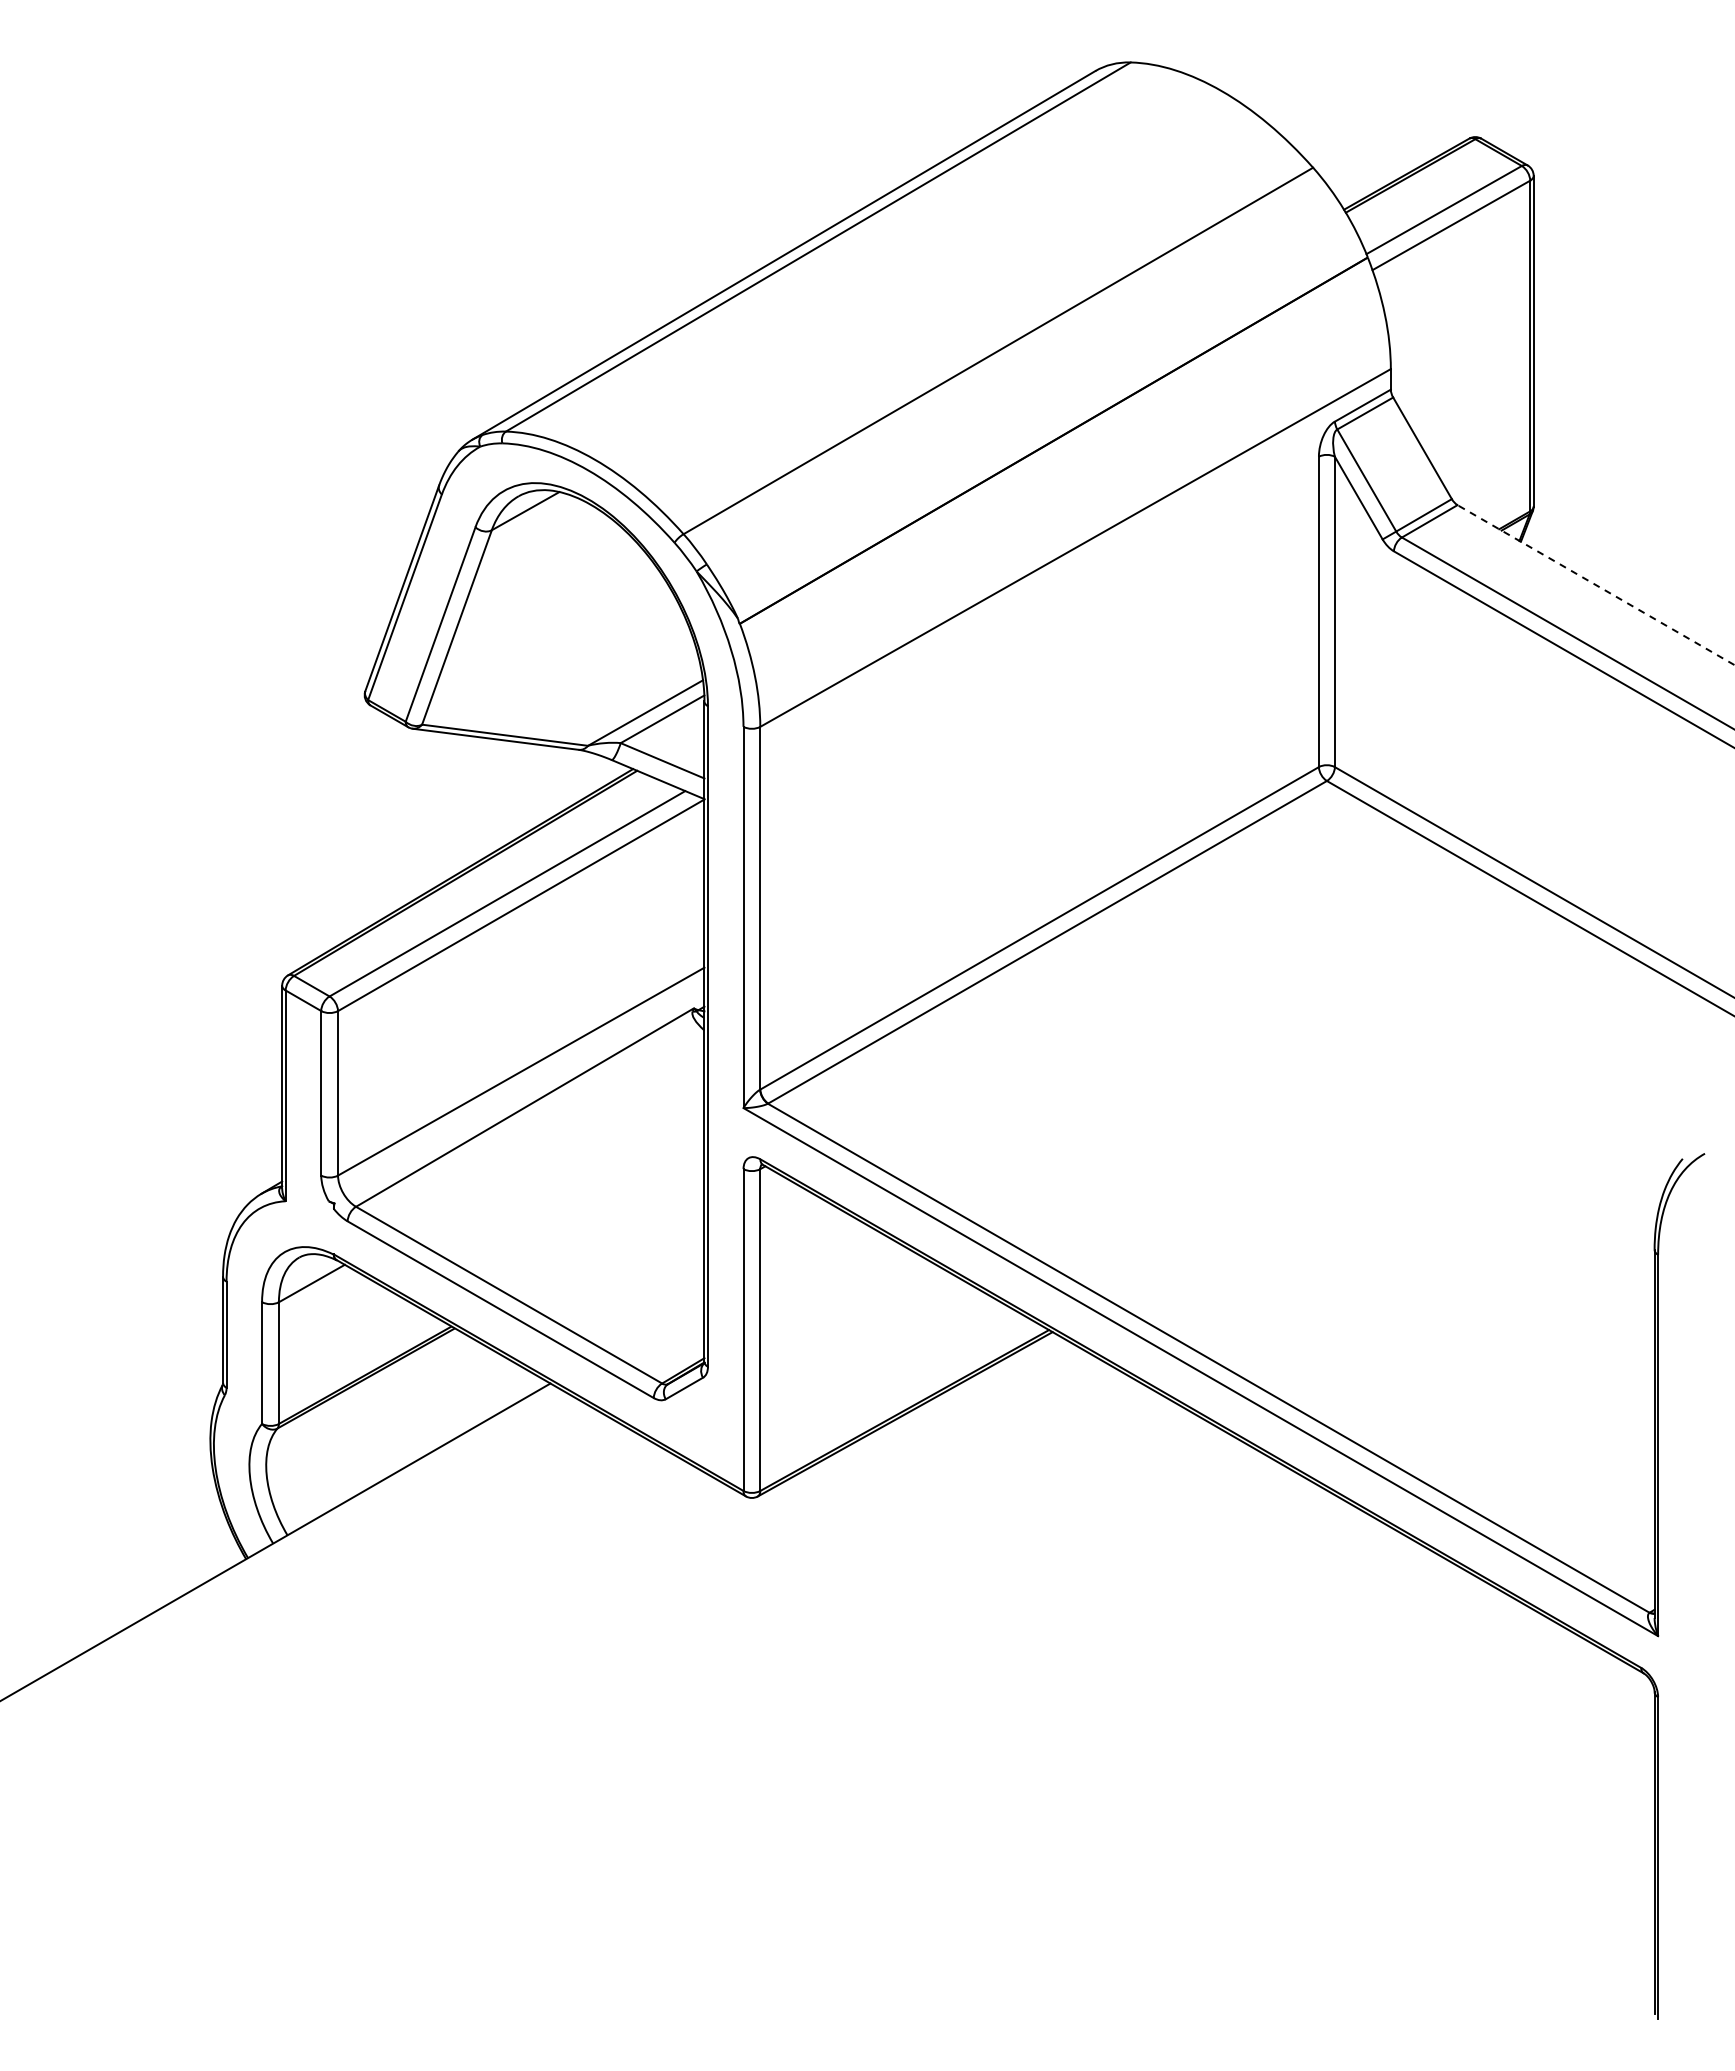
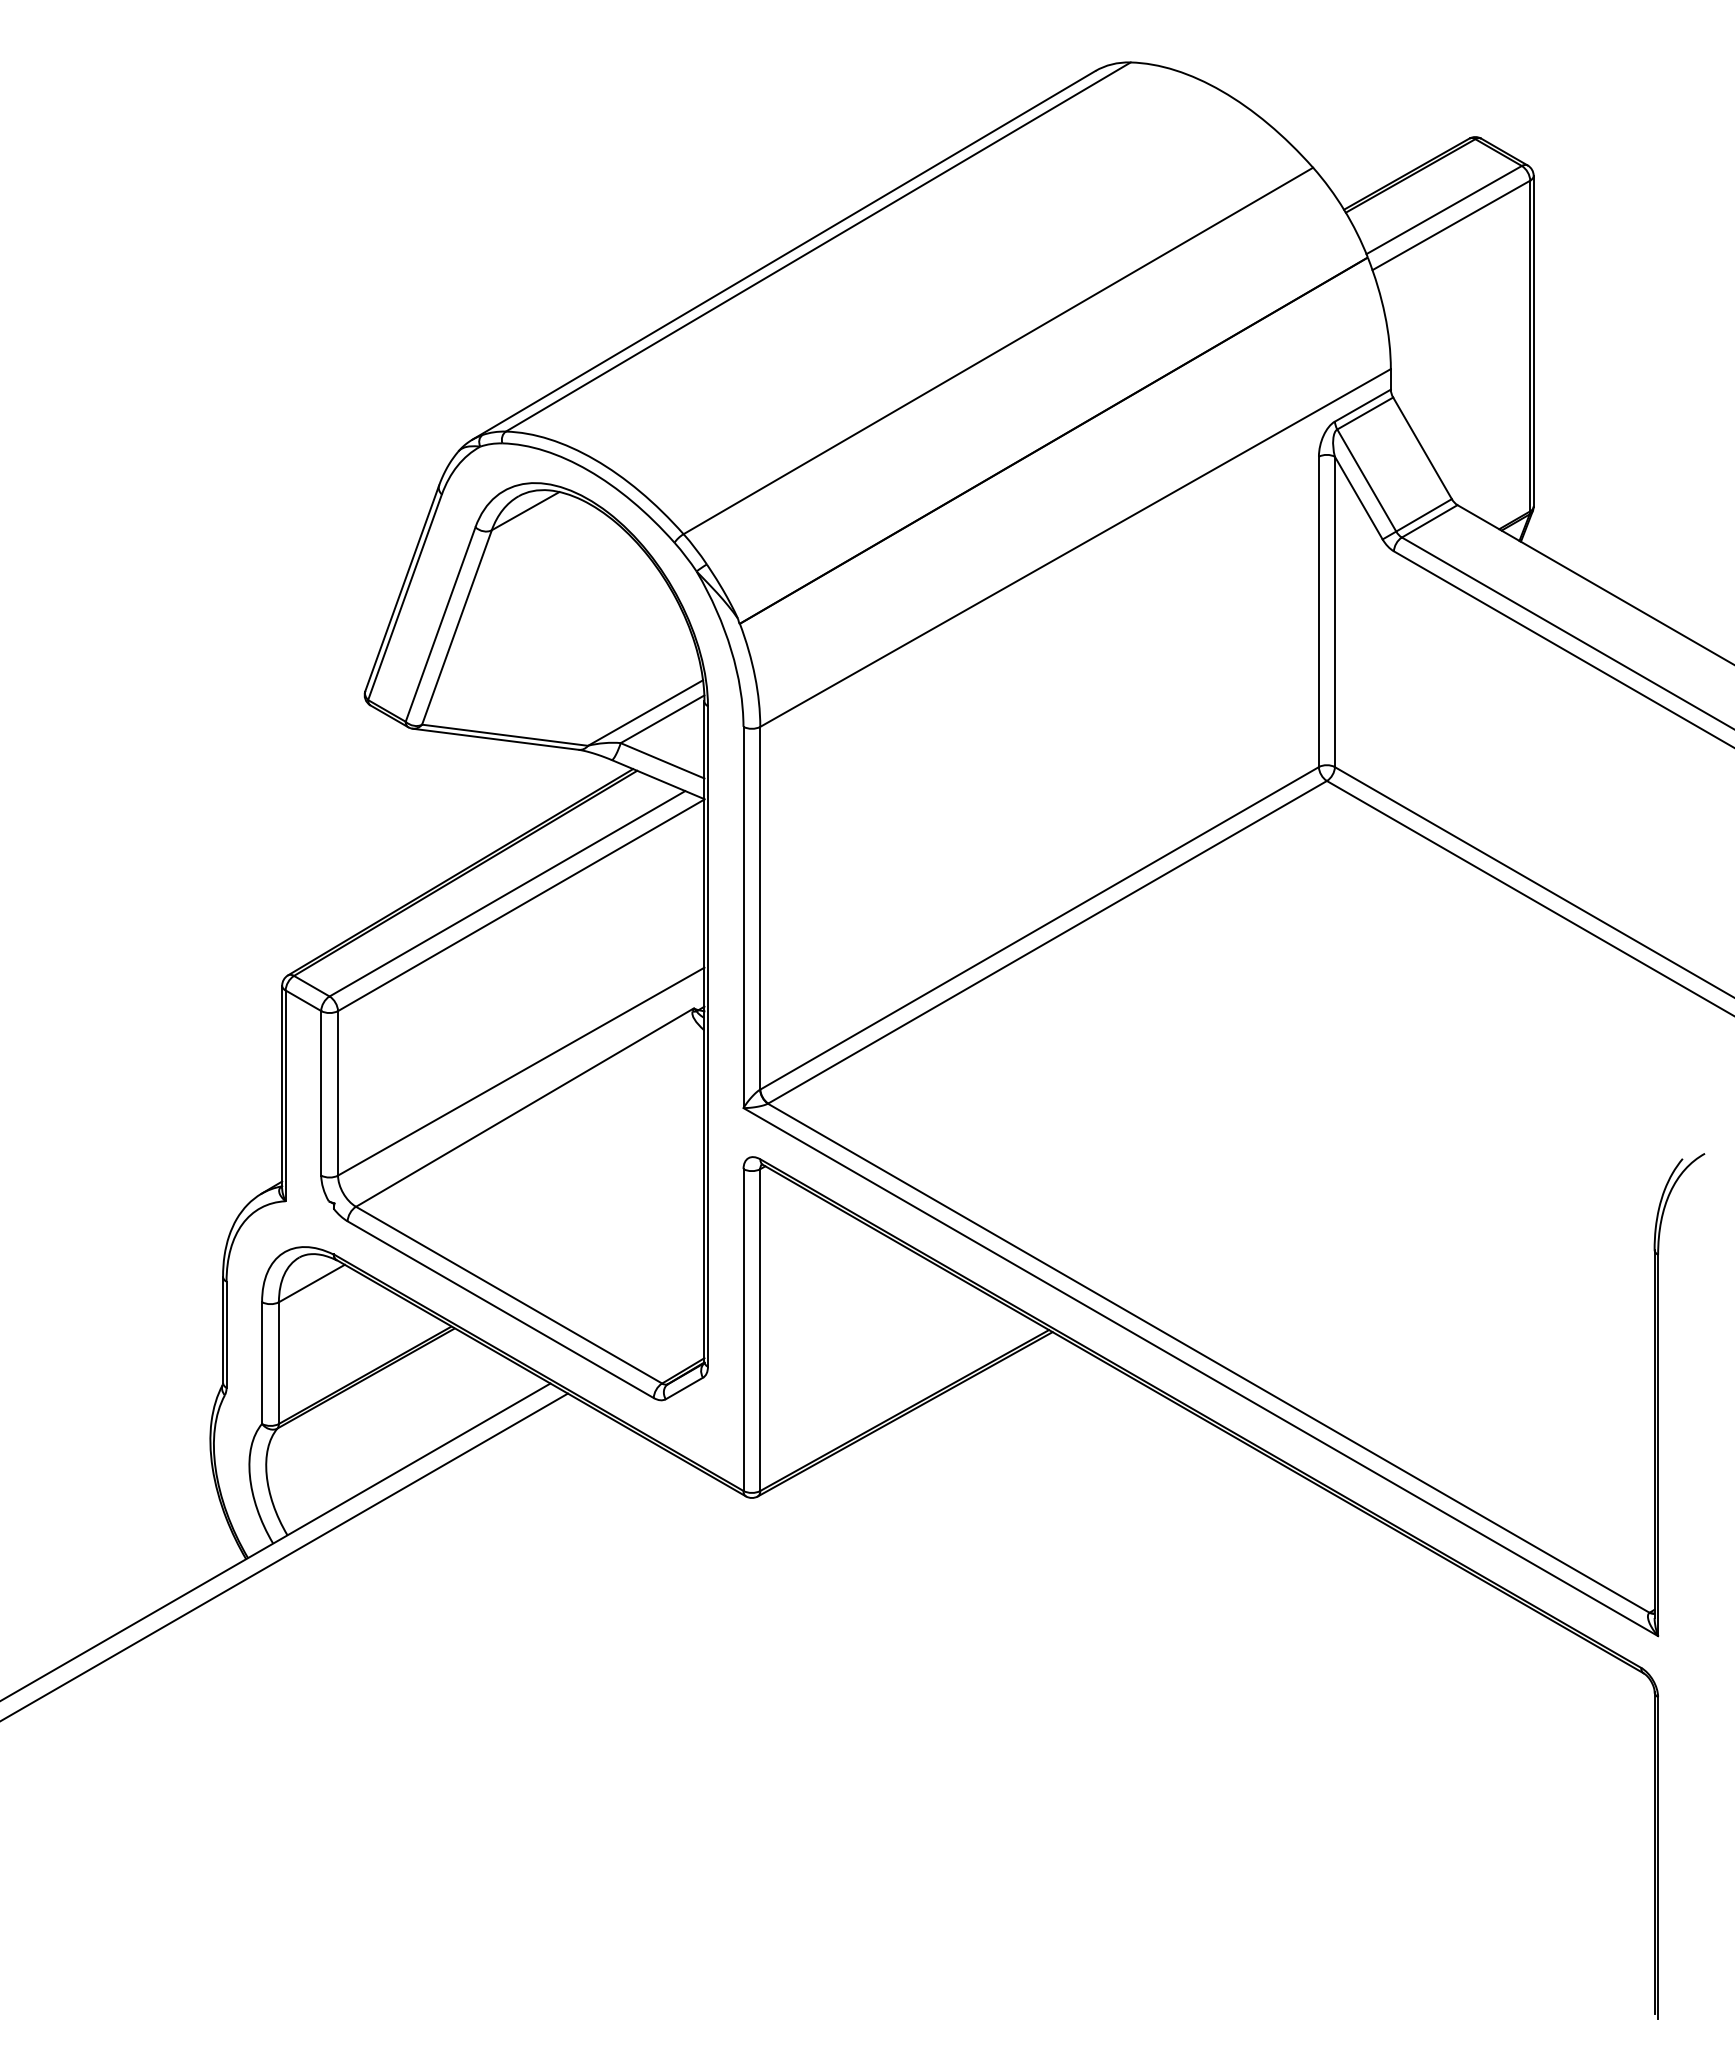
line at (1596, 585): dashed -> solid
line at (284, 1556): none -> present
